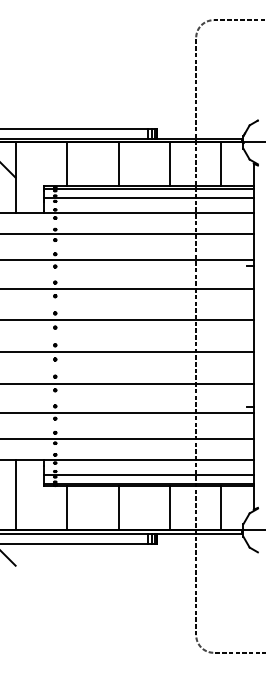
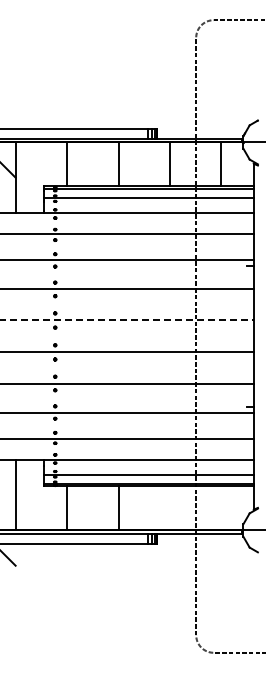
line at (126, 320): solid -> dashed
line at (169, 508): present -> none
line at (220, 508): present -> none
